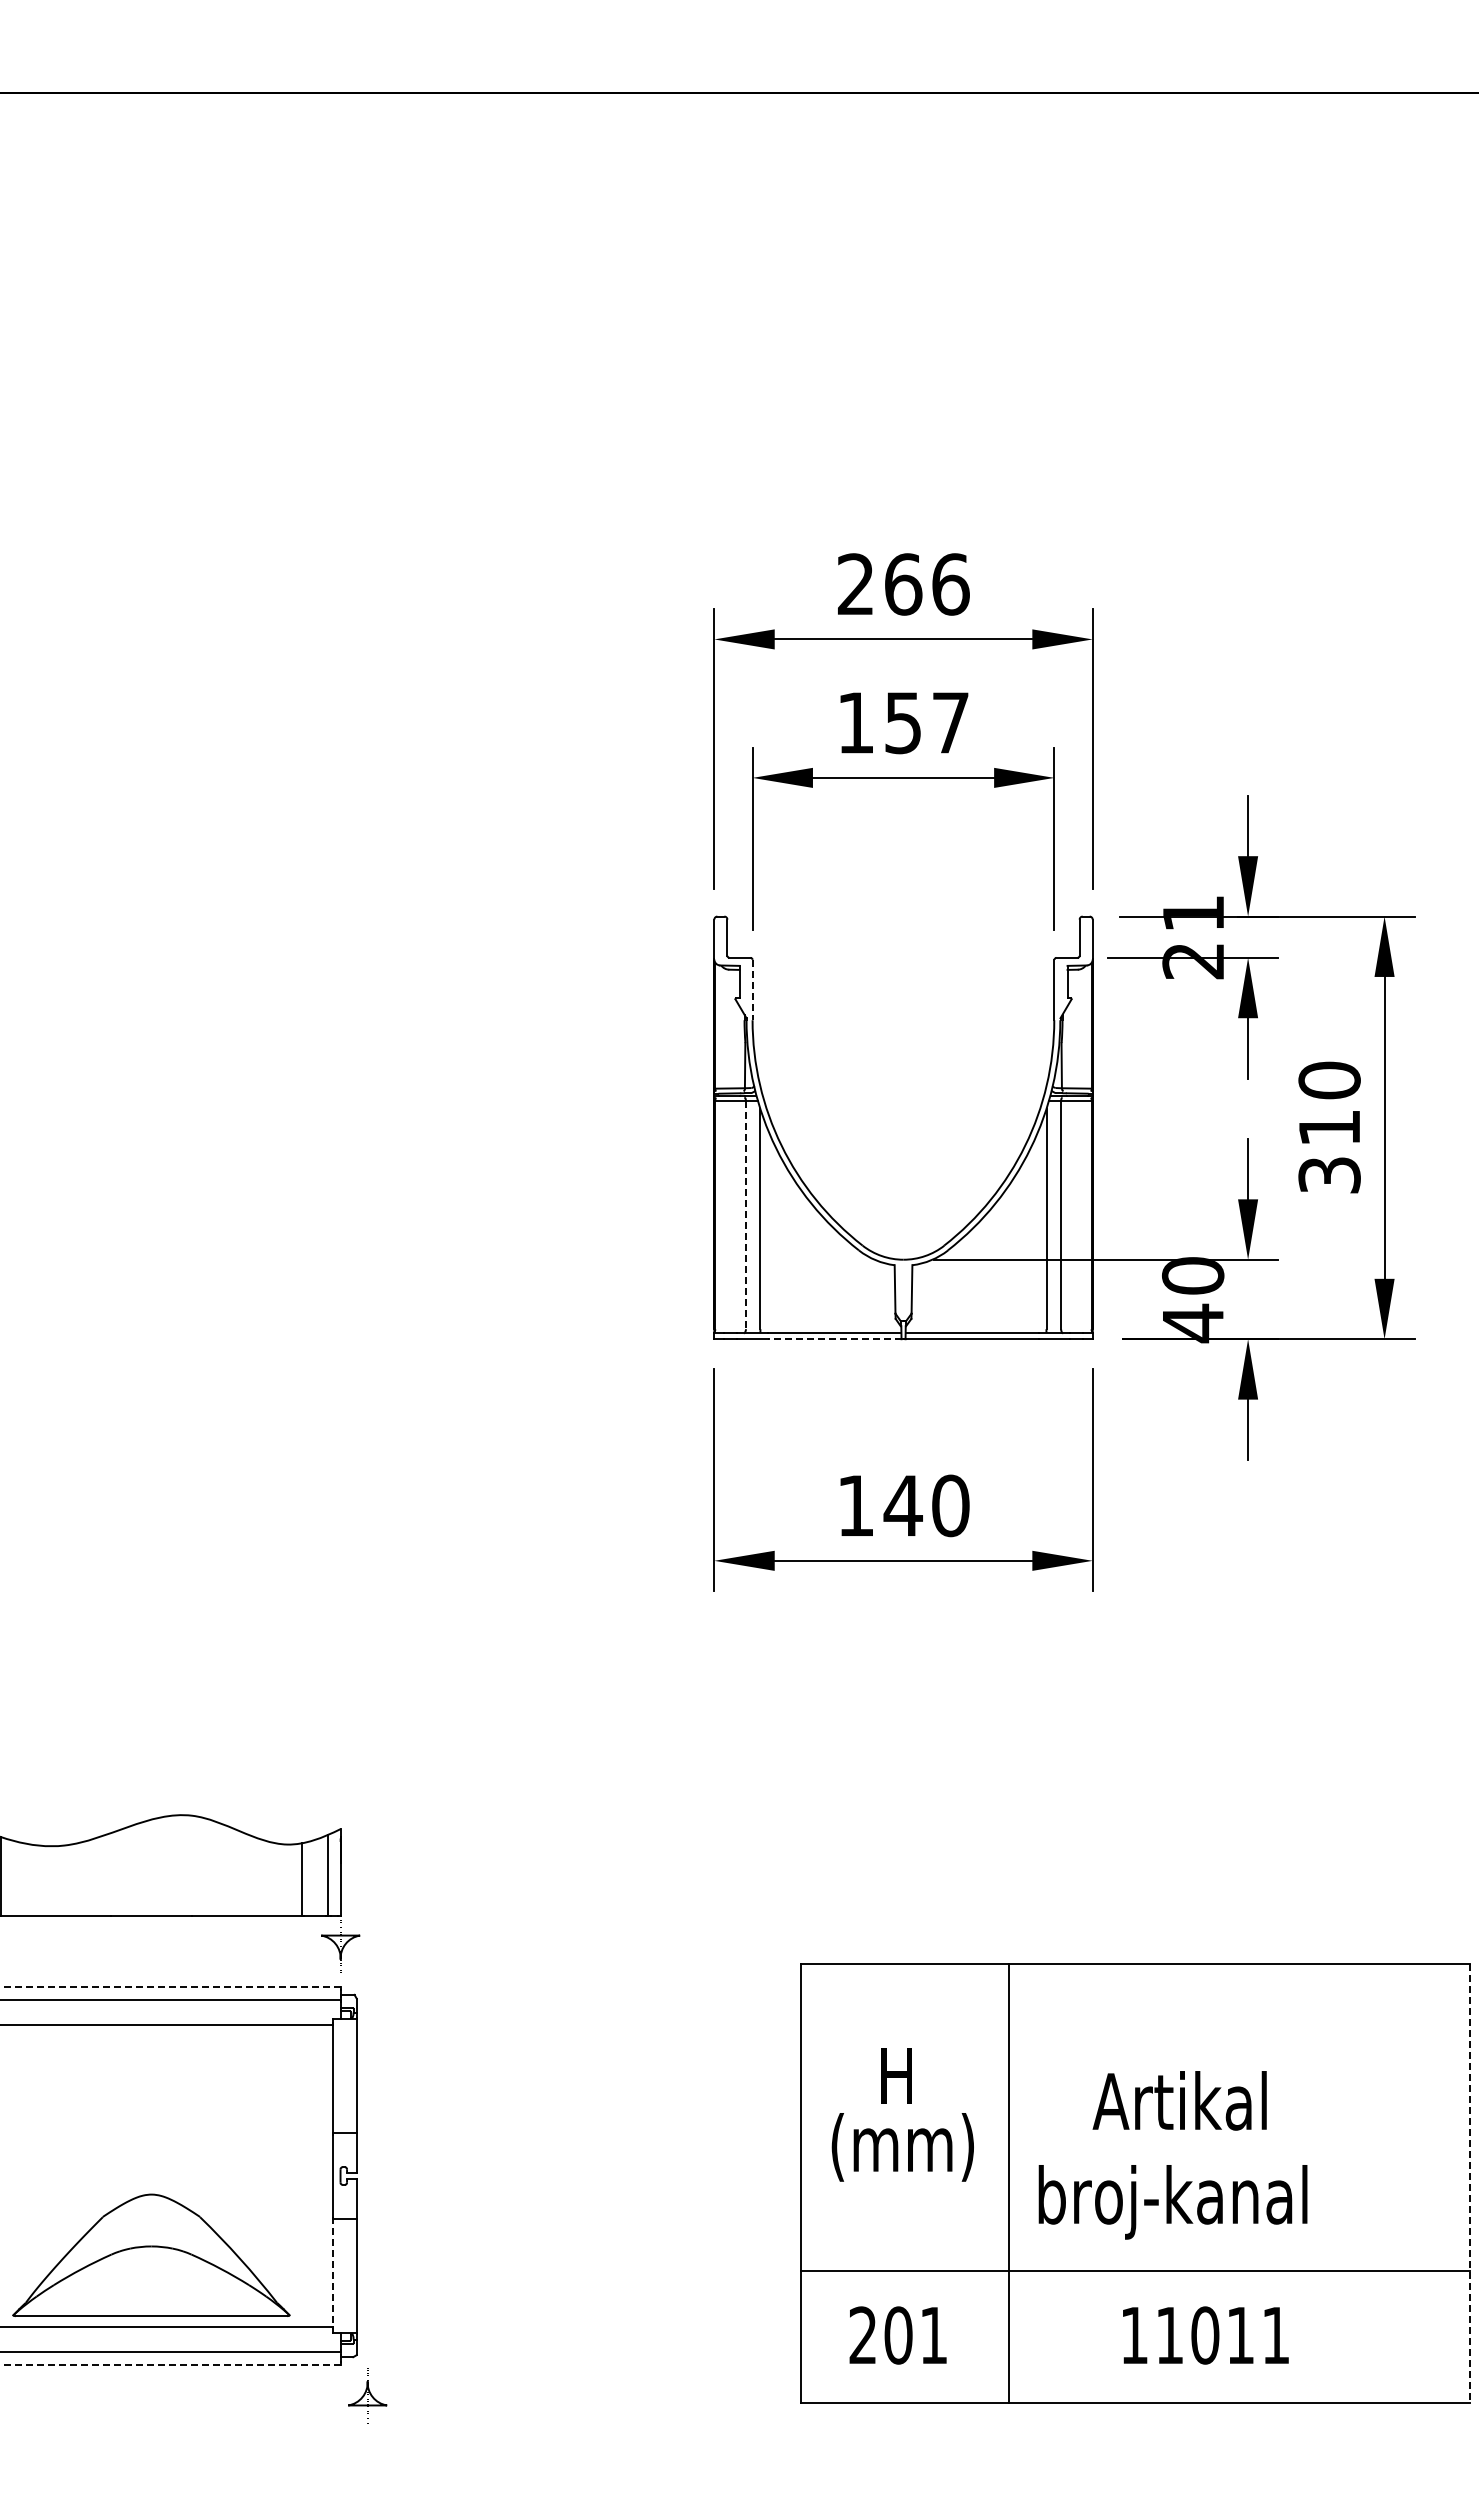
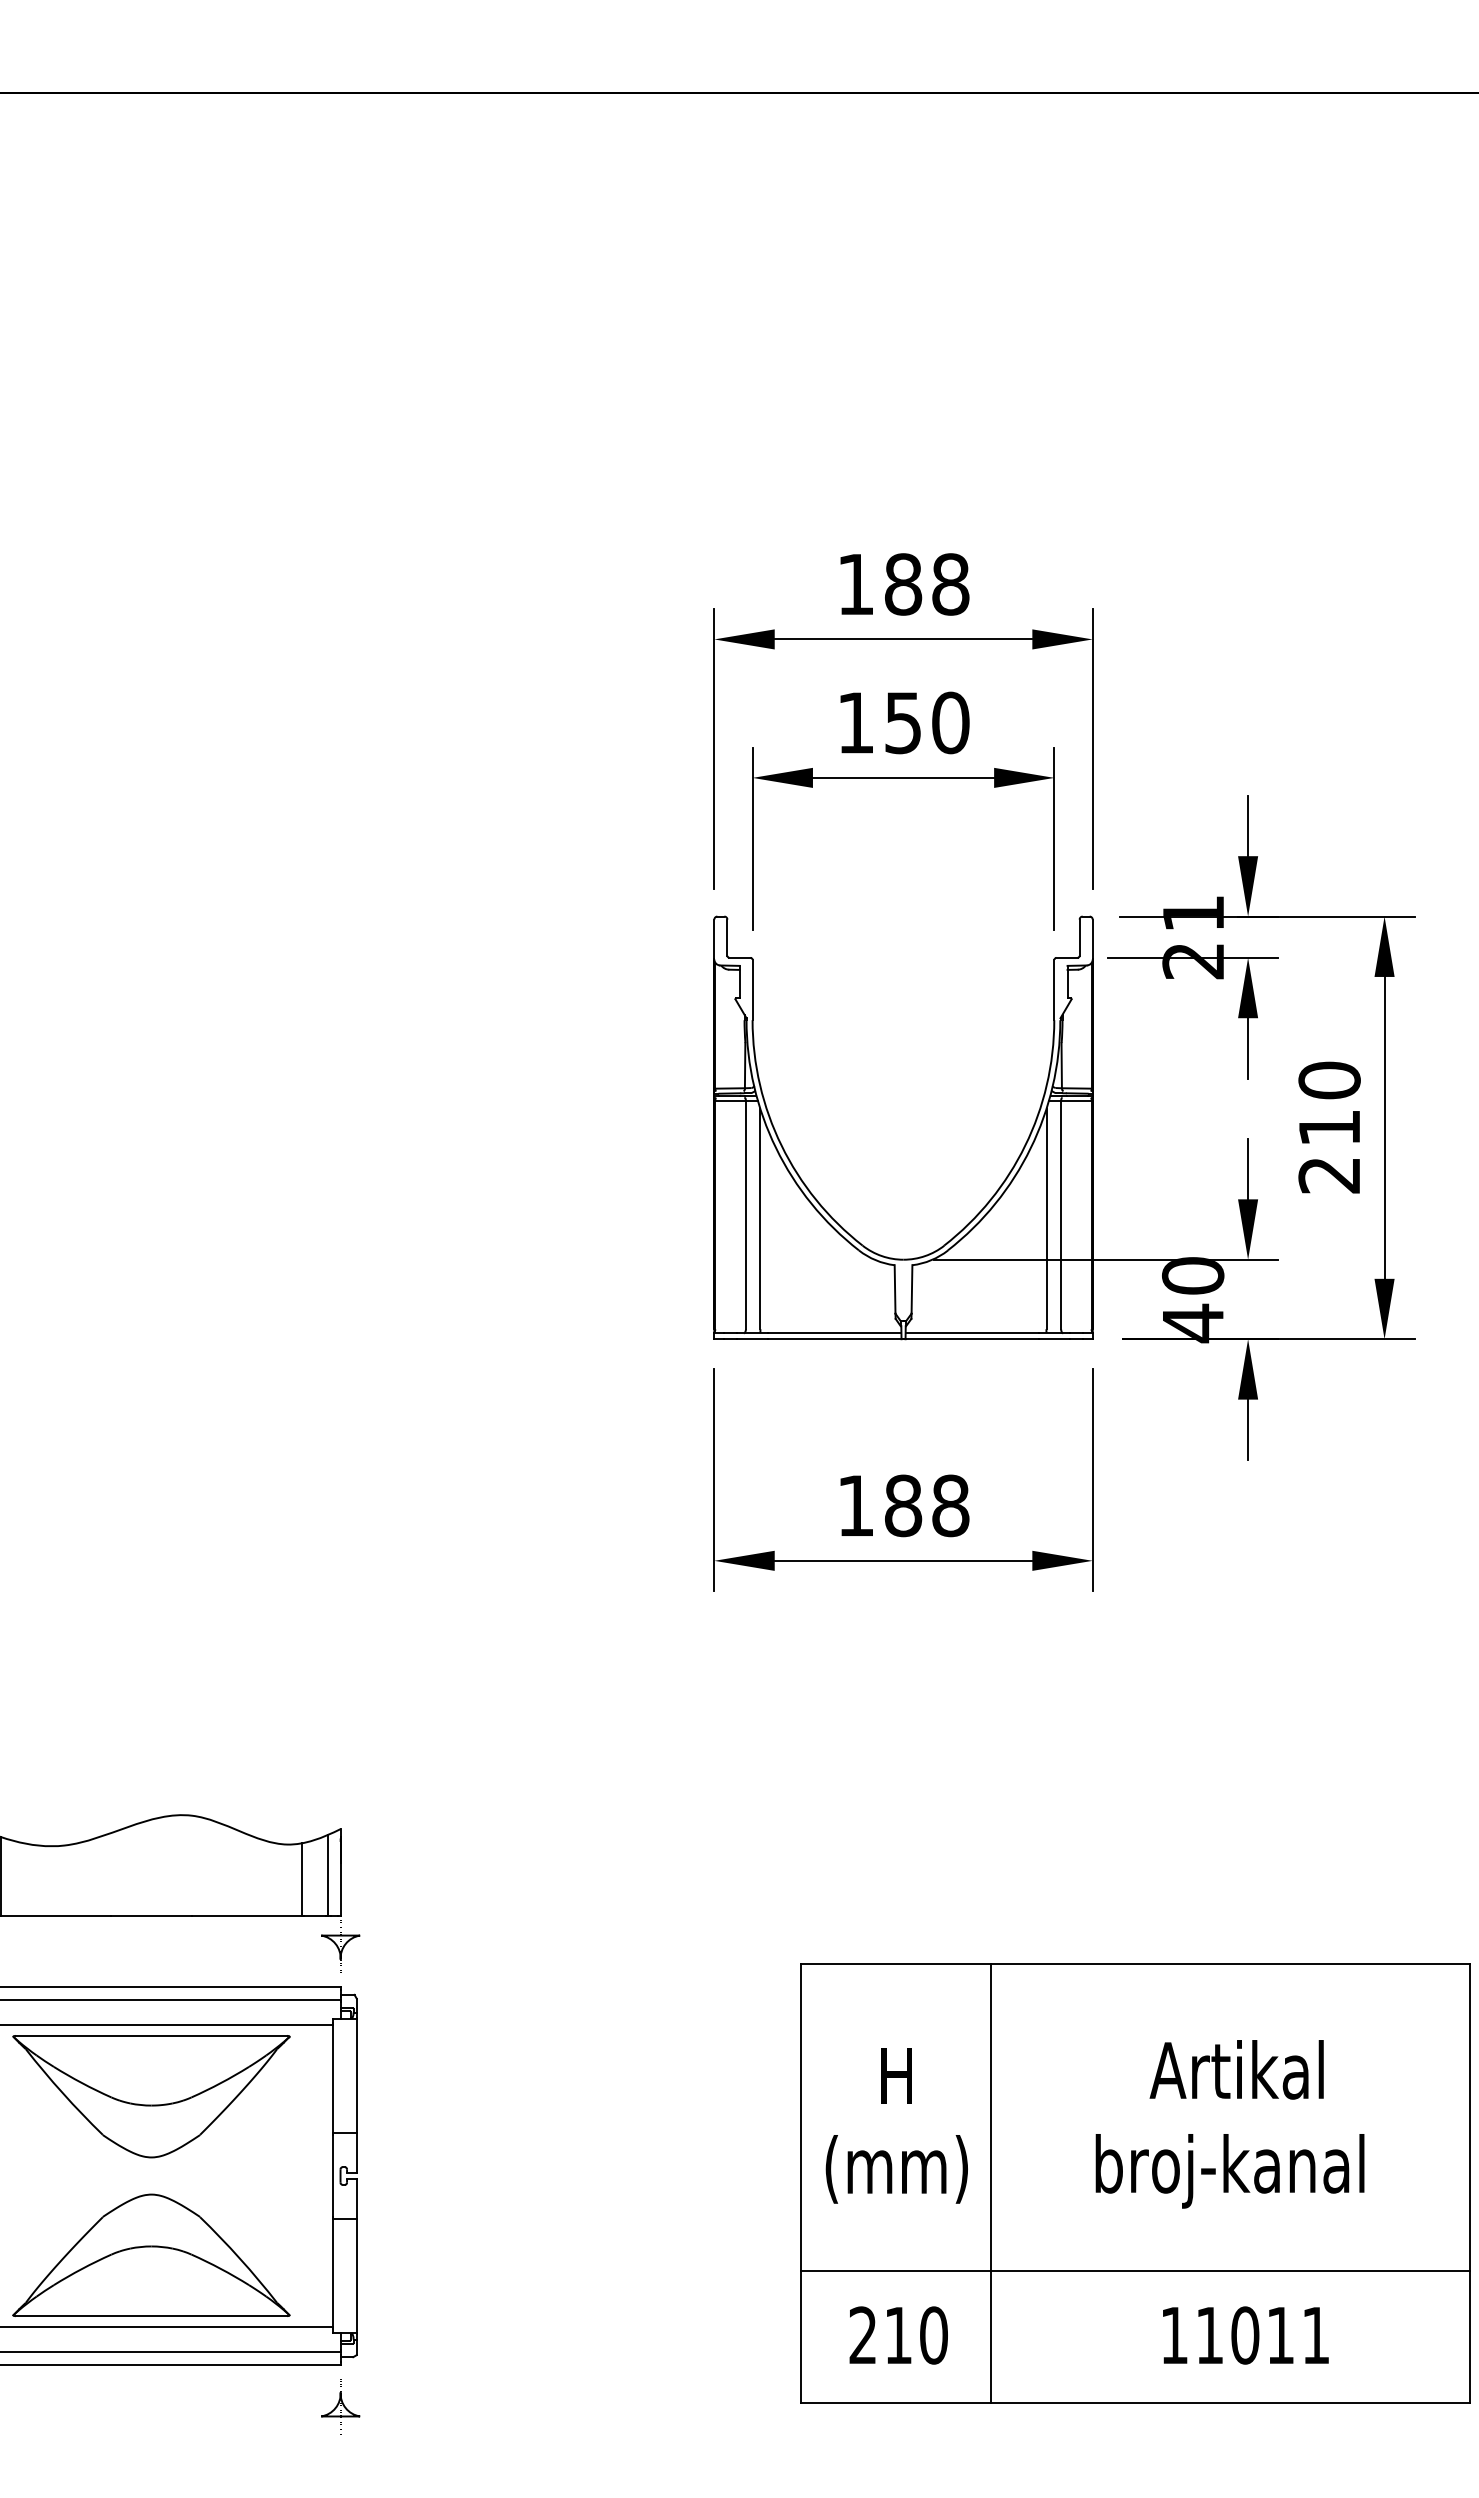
text at (903, 584): 266 -> 188
text at (950, 722): 157 -> 150
line at (752, 990): dashed -> solid
text at (1329, 1175): 310 -> 210
line at (745, 1215): dashed -> solid
line at (834, 1339): dashed -> solid
text at (926, 1505): 140 -> 188
line at (170, 1986): dashed -> solid
part at (151, 2096): none -> present
text at (902, 2147) position: (902, 2147) -> (896, 2169)
text at (1172, 2155) position: (1172, 2155) -> (1229, 2124)
line at (1008, 2183) position: (1008, 2183) -> (990, 2183)
line at (1469, 2183): dashed -> solid
line at (332, 2272): dashed -> solid
text at (915, 2335): 201 -> 210
text at (1205, 2335) position: (1205, 2335) -> (1245, 2335)
line at (170, 2365): dashed -> solid
part at (367, 2395) position: (367, 2395) -> (340, 2406)
